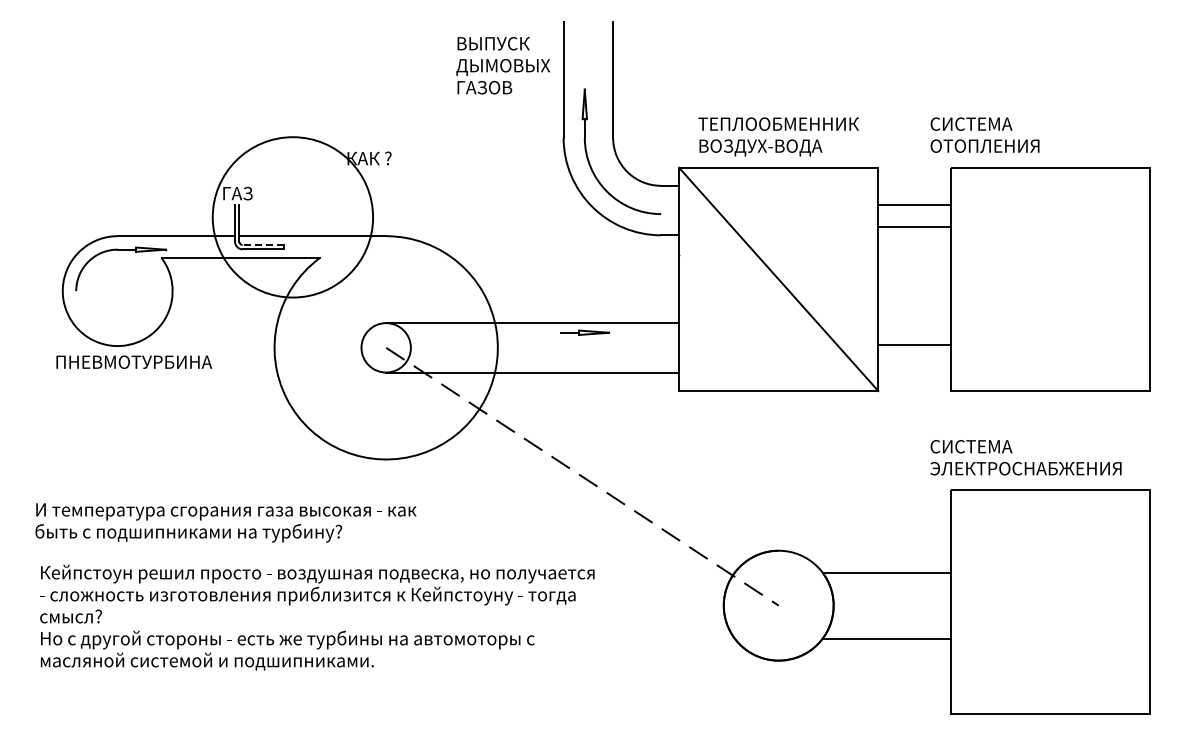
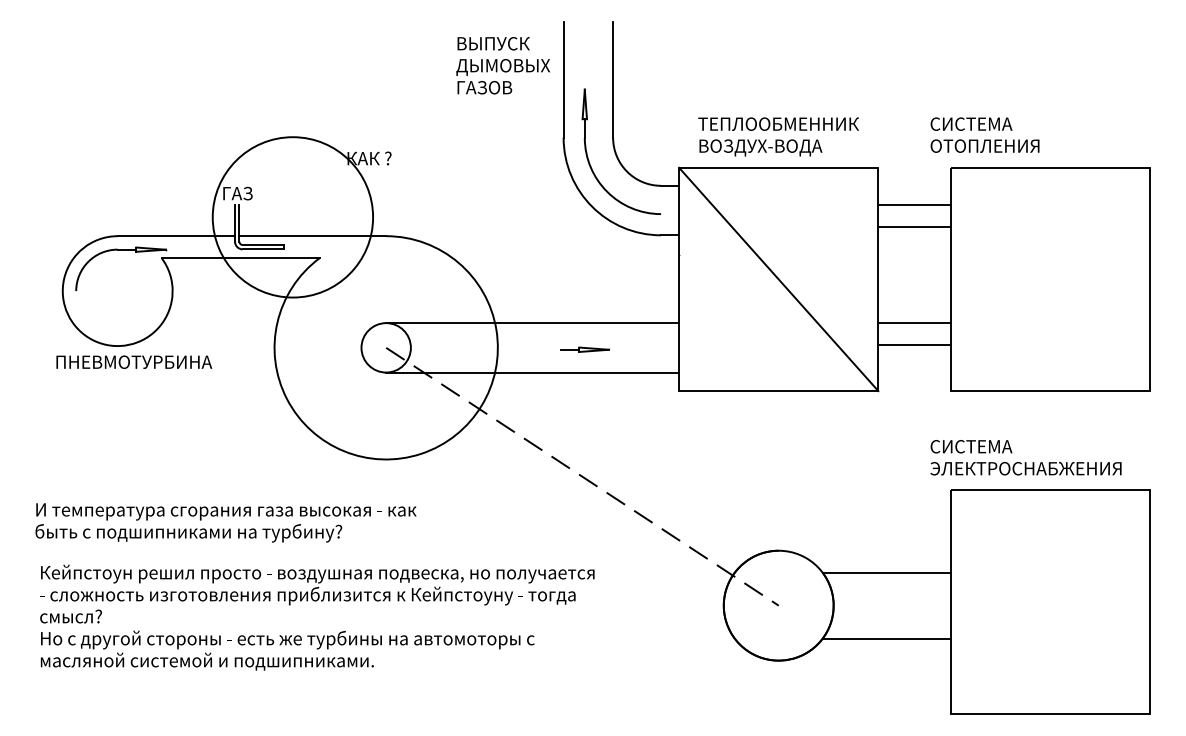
line at (263, 244): dashed -> solid
line at (914, 323): none -> present
part at (584, 332) position: (584, 332) -> (584, 349)
